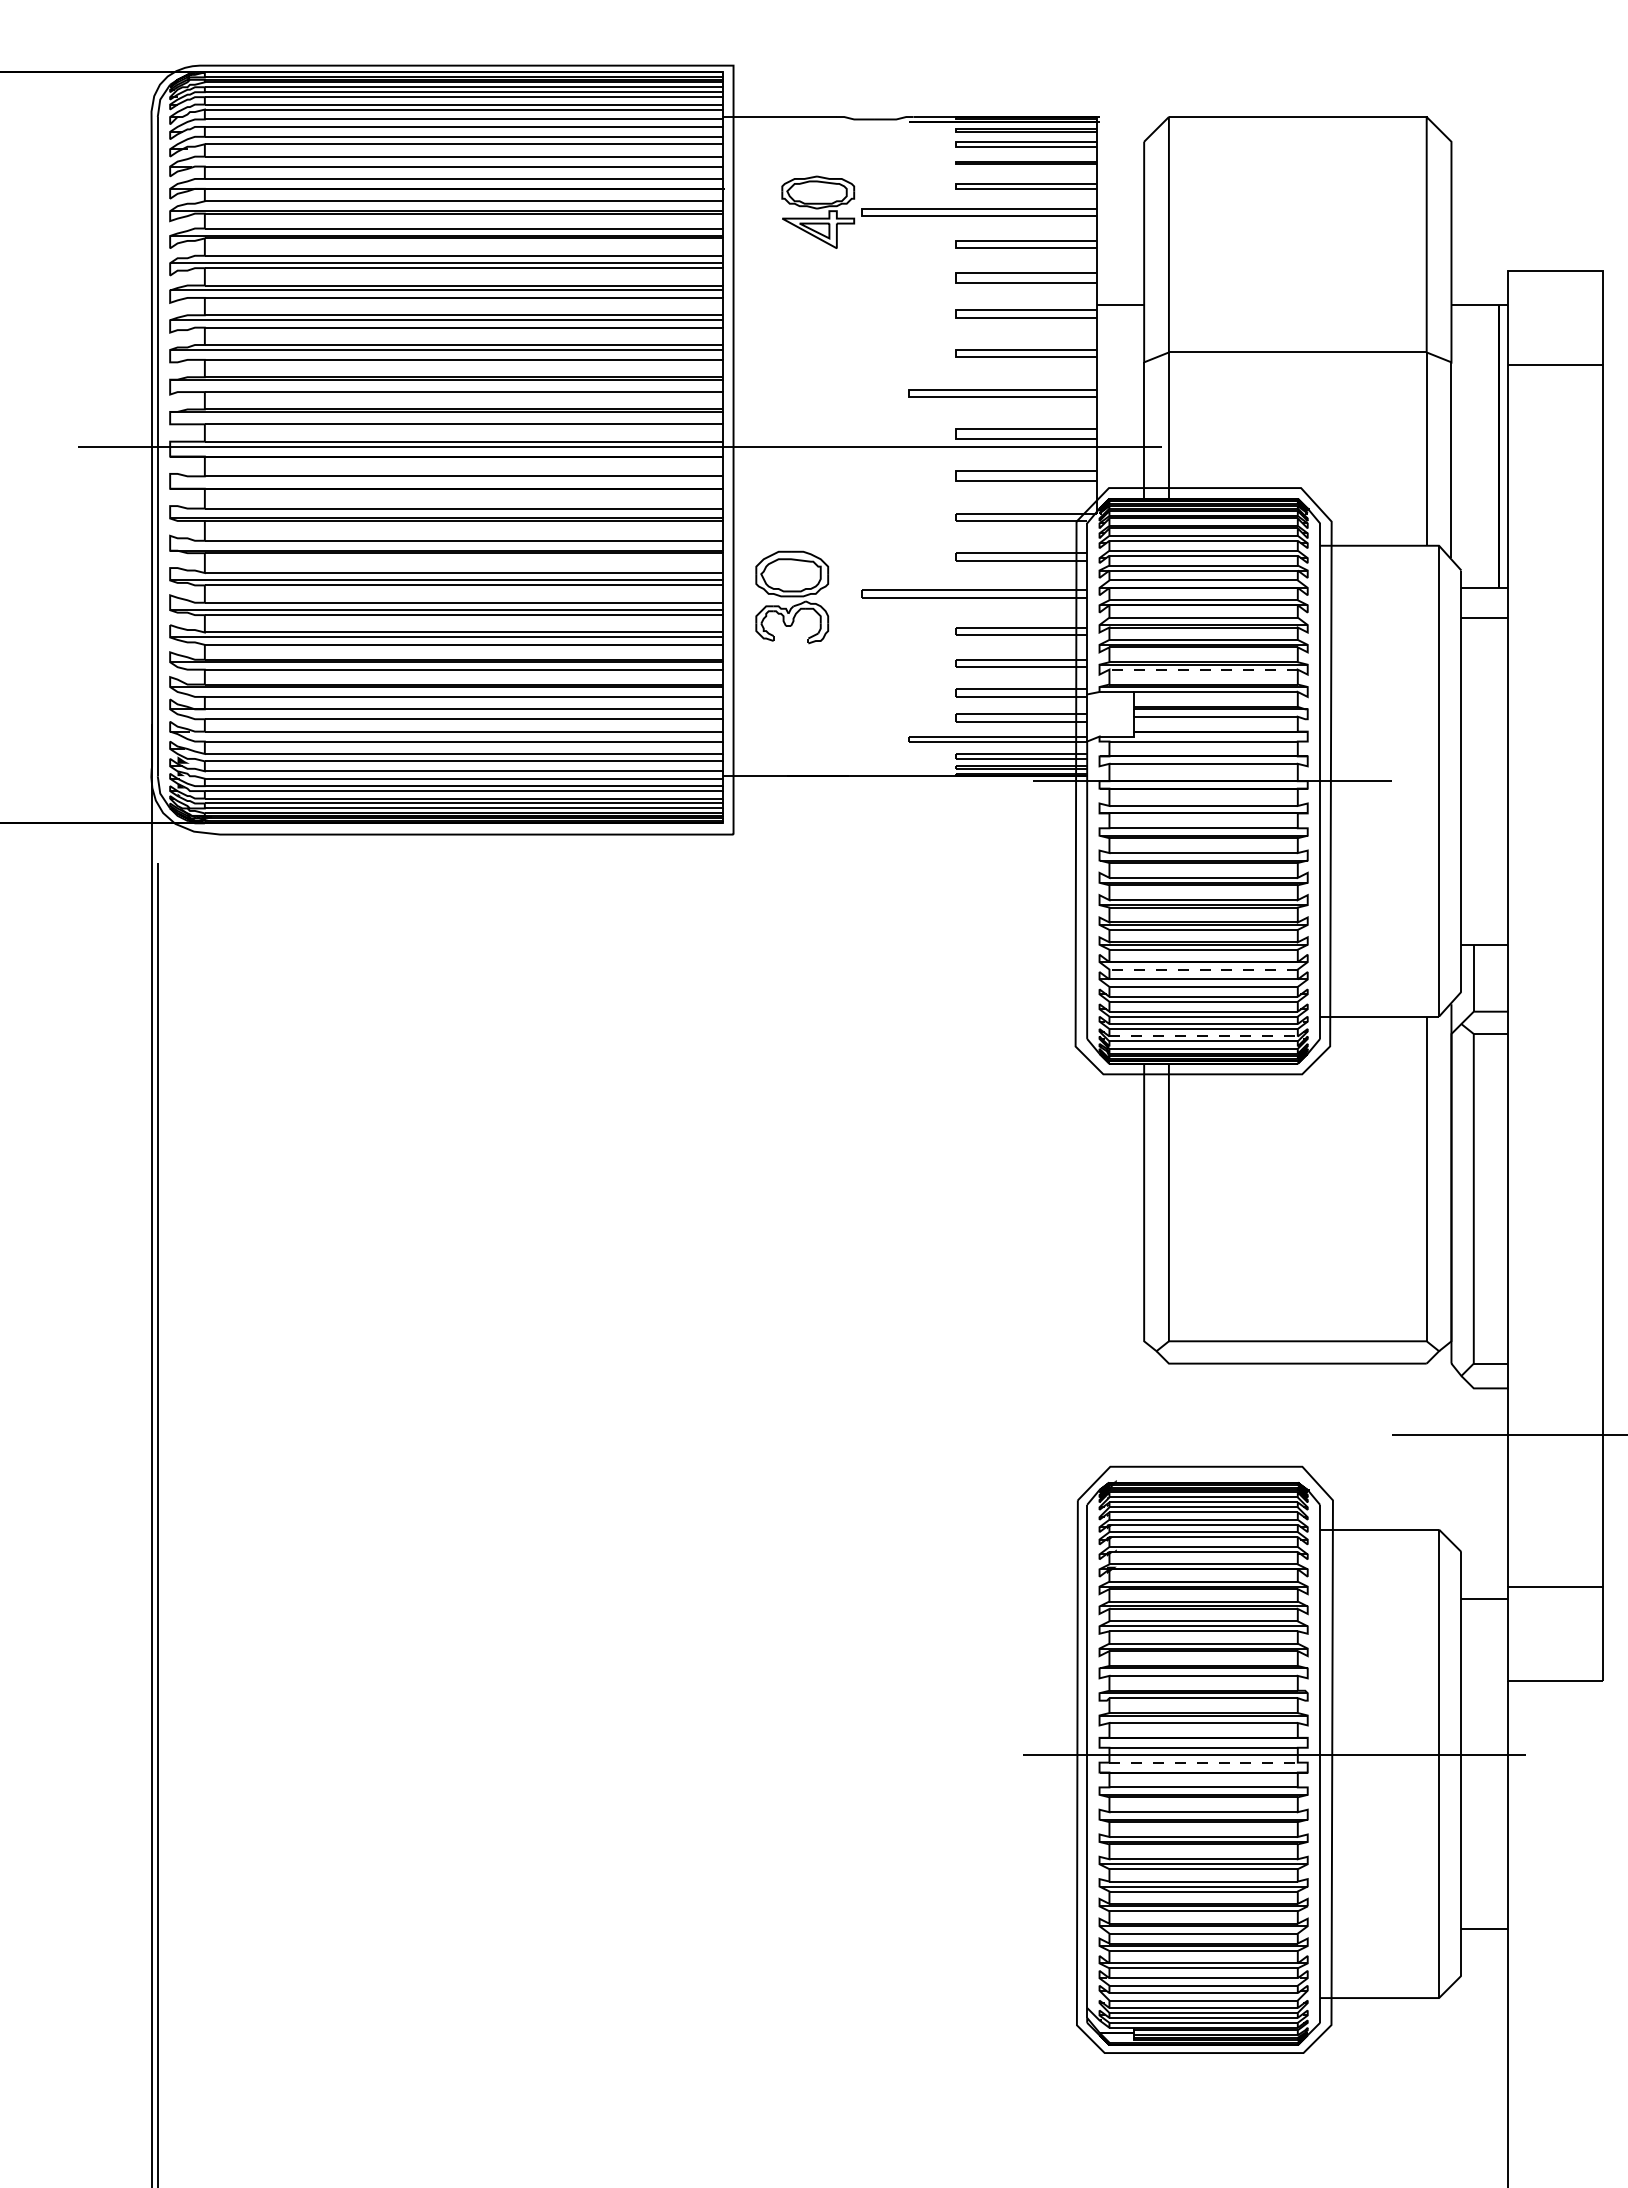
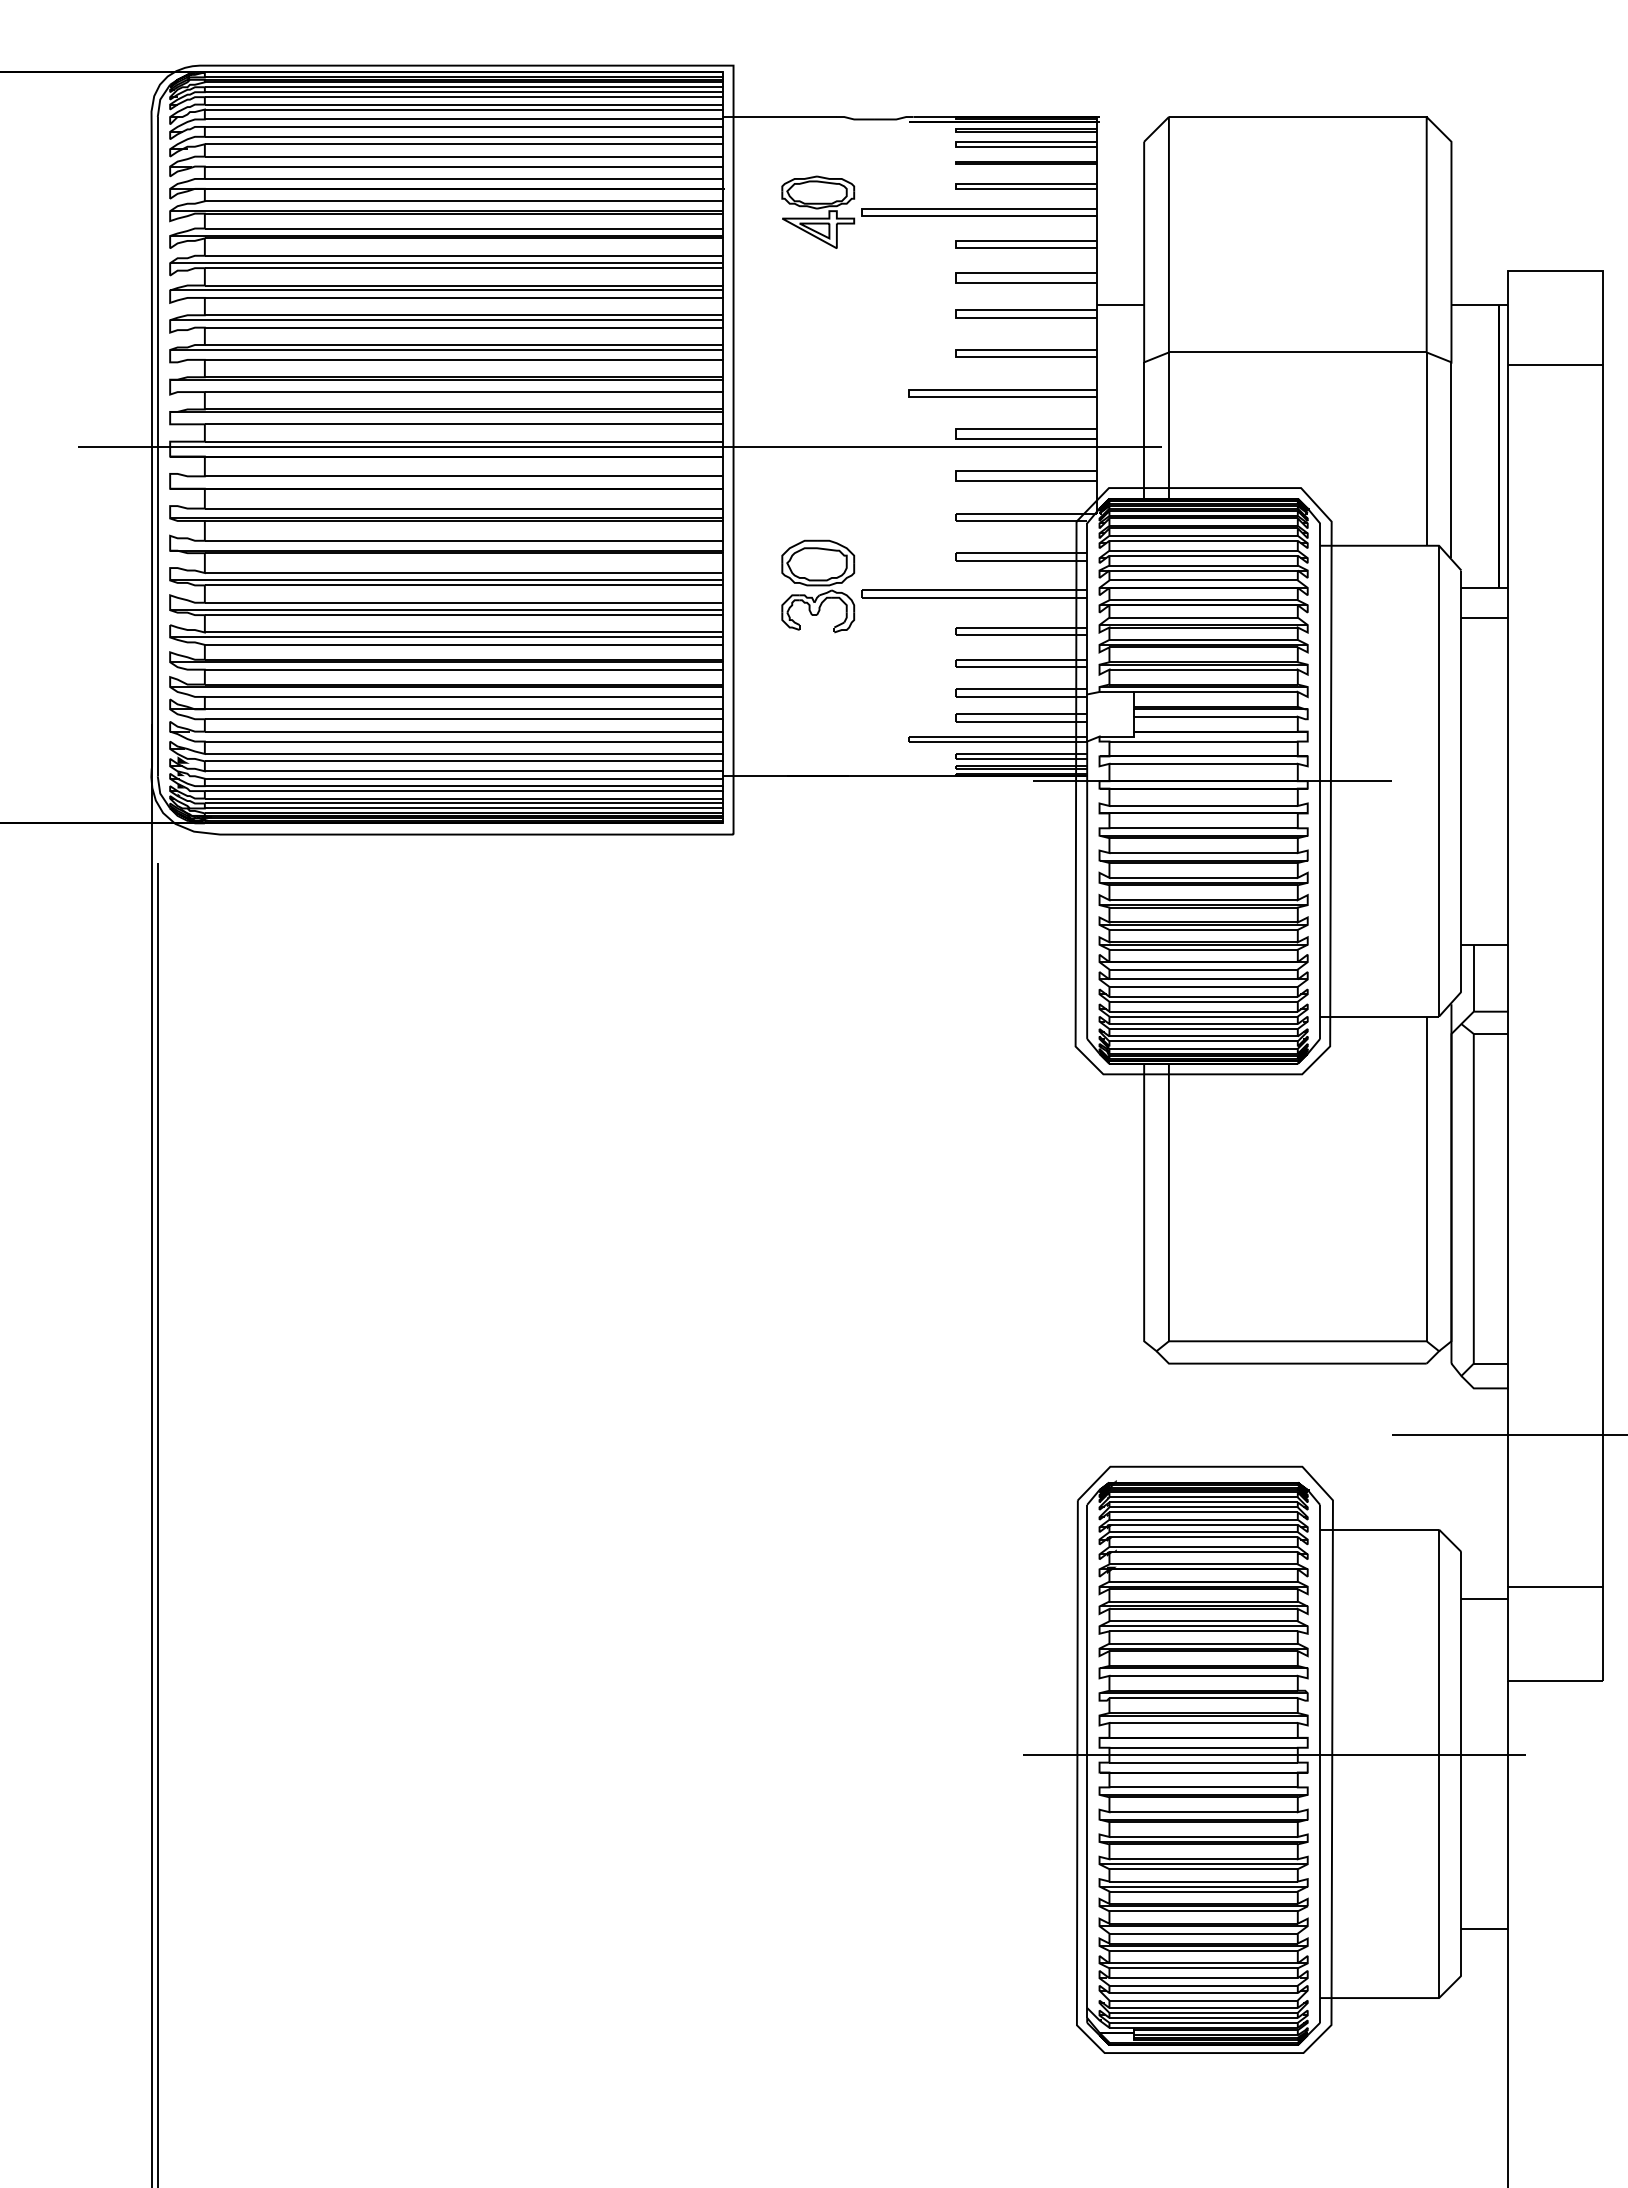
part at (792, 597) position: (792, 597) -> (818, 586)
line at (1203, 669): dashed -> solid
line at (1203, 969): dashed -> solid
line at (1204, 1036): dashed -> solid
line at (1204, 1762): dashed -> solid
